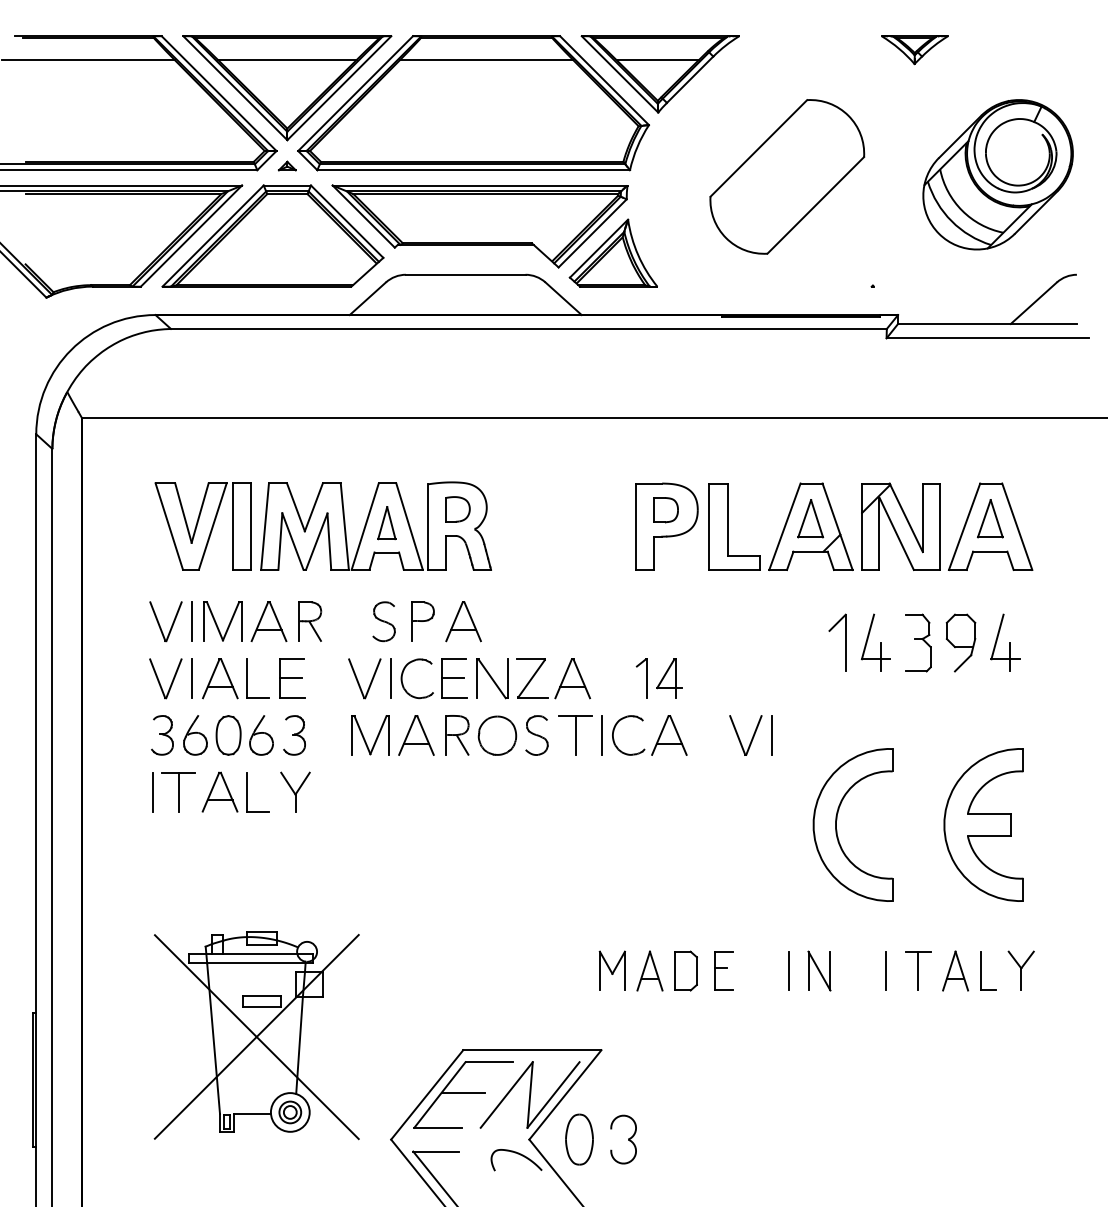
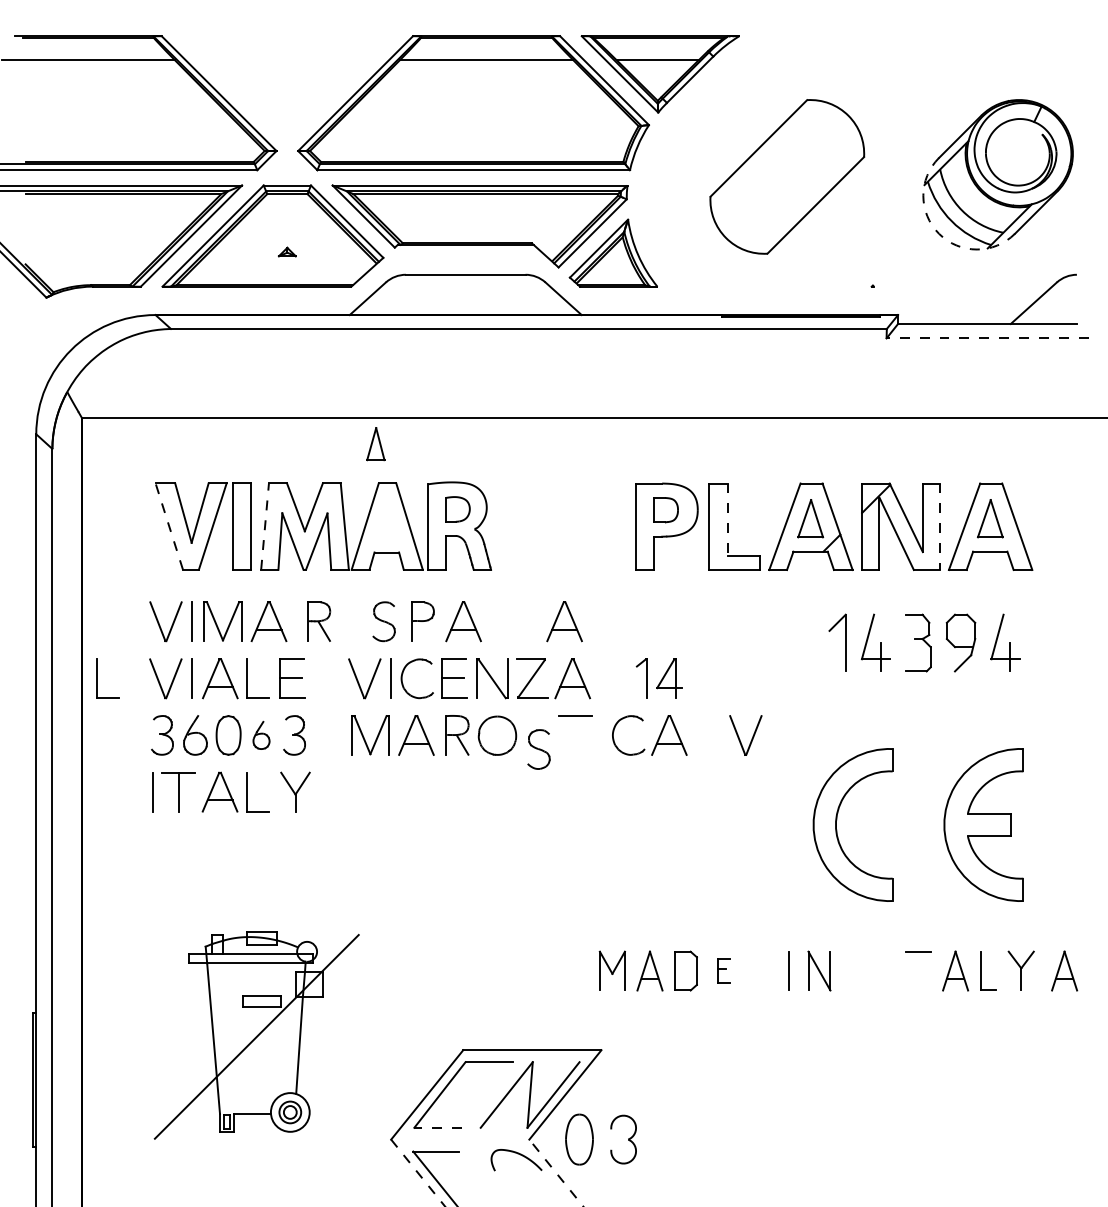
part at (914, 50): present -> none
part at (287, 88): present -> none
part at (286, 165) position: (286, 165) -> (286, 251)
arc at (939, 233): solid -> dashed
line at (987, 338): solid -> dashed
line at (727, 520): solid -> dashed
part at (386, 523) position: (386, 523) -> (375, 444)
line at (169, 526): solid -> dashed
line at (265, 526): solid -> dashed
line at (940, 527): solid -> dashed
part at (310, 621) position: (310, 621) -> (319, 621)
part at (564, 621): none -> present
part at (97, 678): none -> present
part at (261, 735) size: 25x41 px -> 19x30 px
part at (536, 735) position: (536, 735) -> (538, 749)
line at (575, 735): present -> none
line at (602, 735): present -> none
line at (772, 735): present -> none
part at (723, 970) size: 20x40 px -> 14x26 px
line at (885, 970): present -> none
line at (918, 970): present -> none
part at (1064, 970): none -> present
line at (256, 1037): present -> none
line at (462, 1093): present -> none
line at (438, 1127): solid -> dashed
line at (418, 1173): solid -> dashed
line at (556, 1173): solid -> dashed
